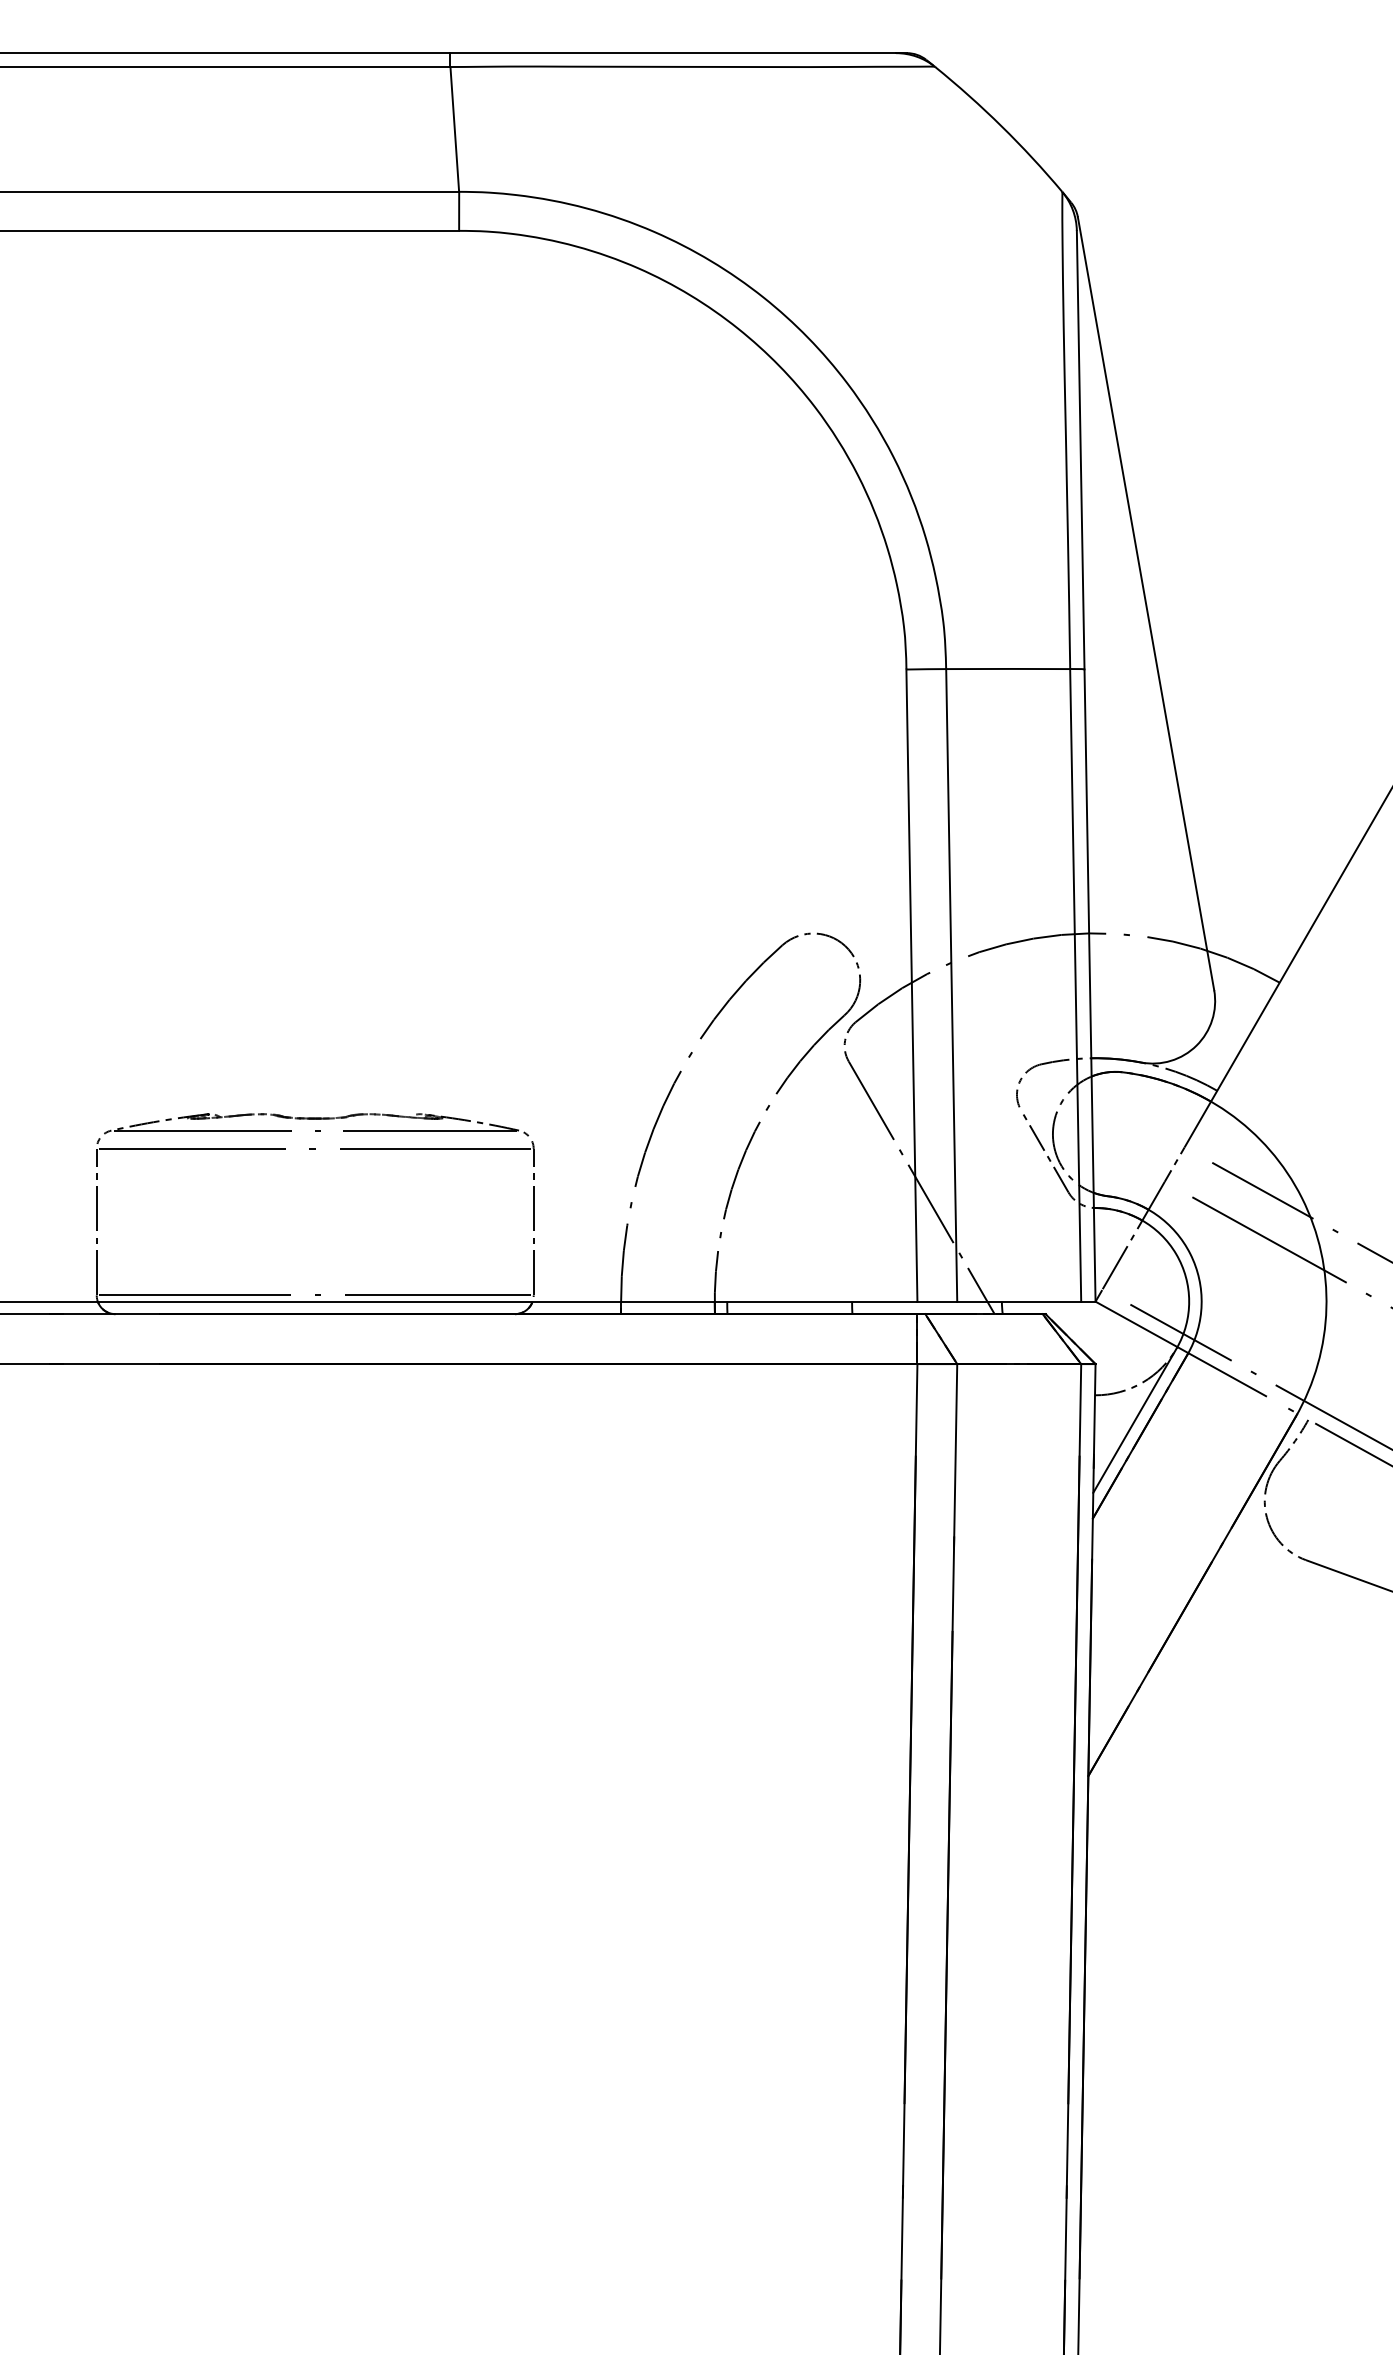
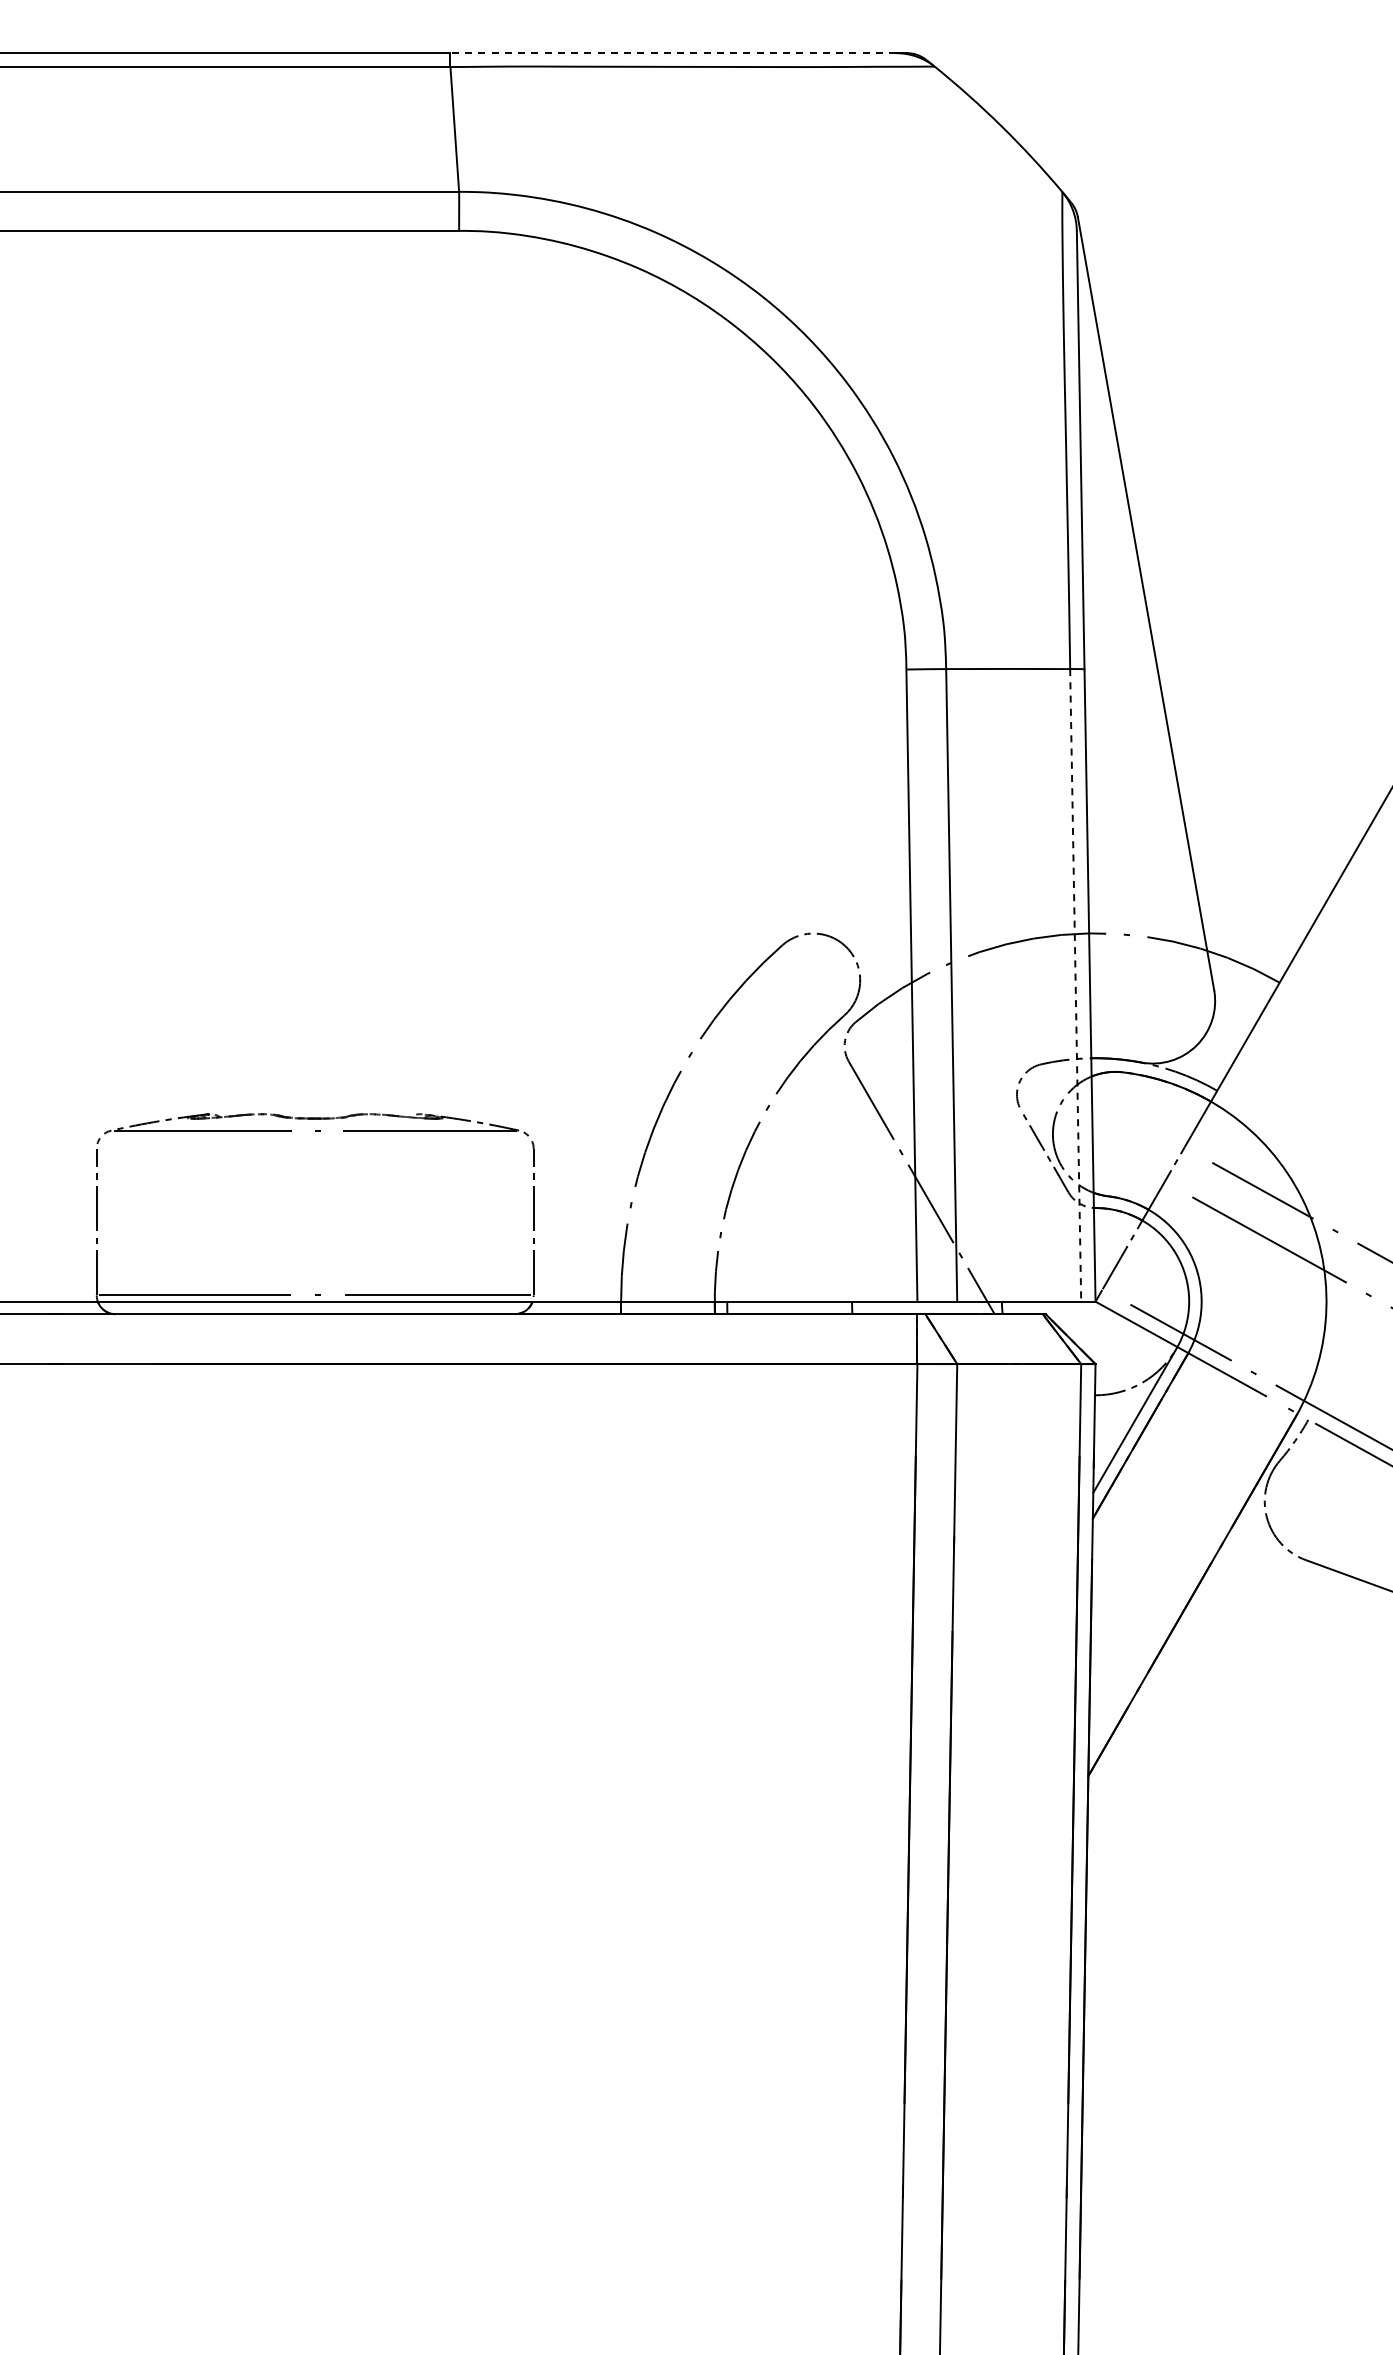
line at (673, 53): solid -> dashed
line at (1075, 985): solid -> dashed
line at (315, 1148): present -> none
